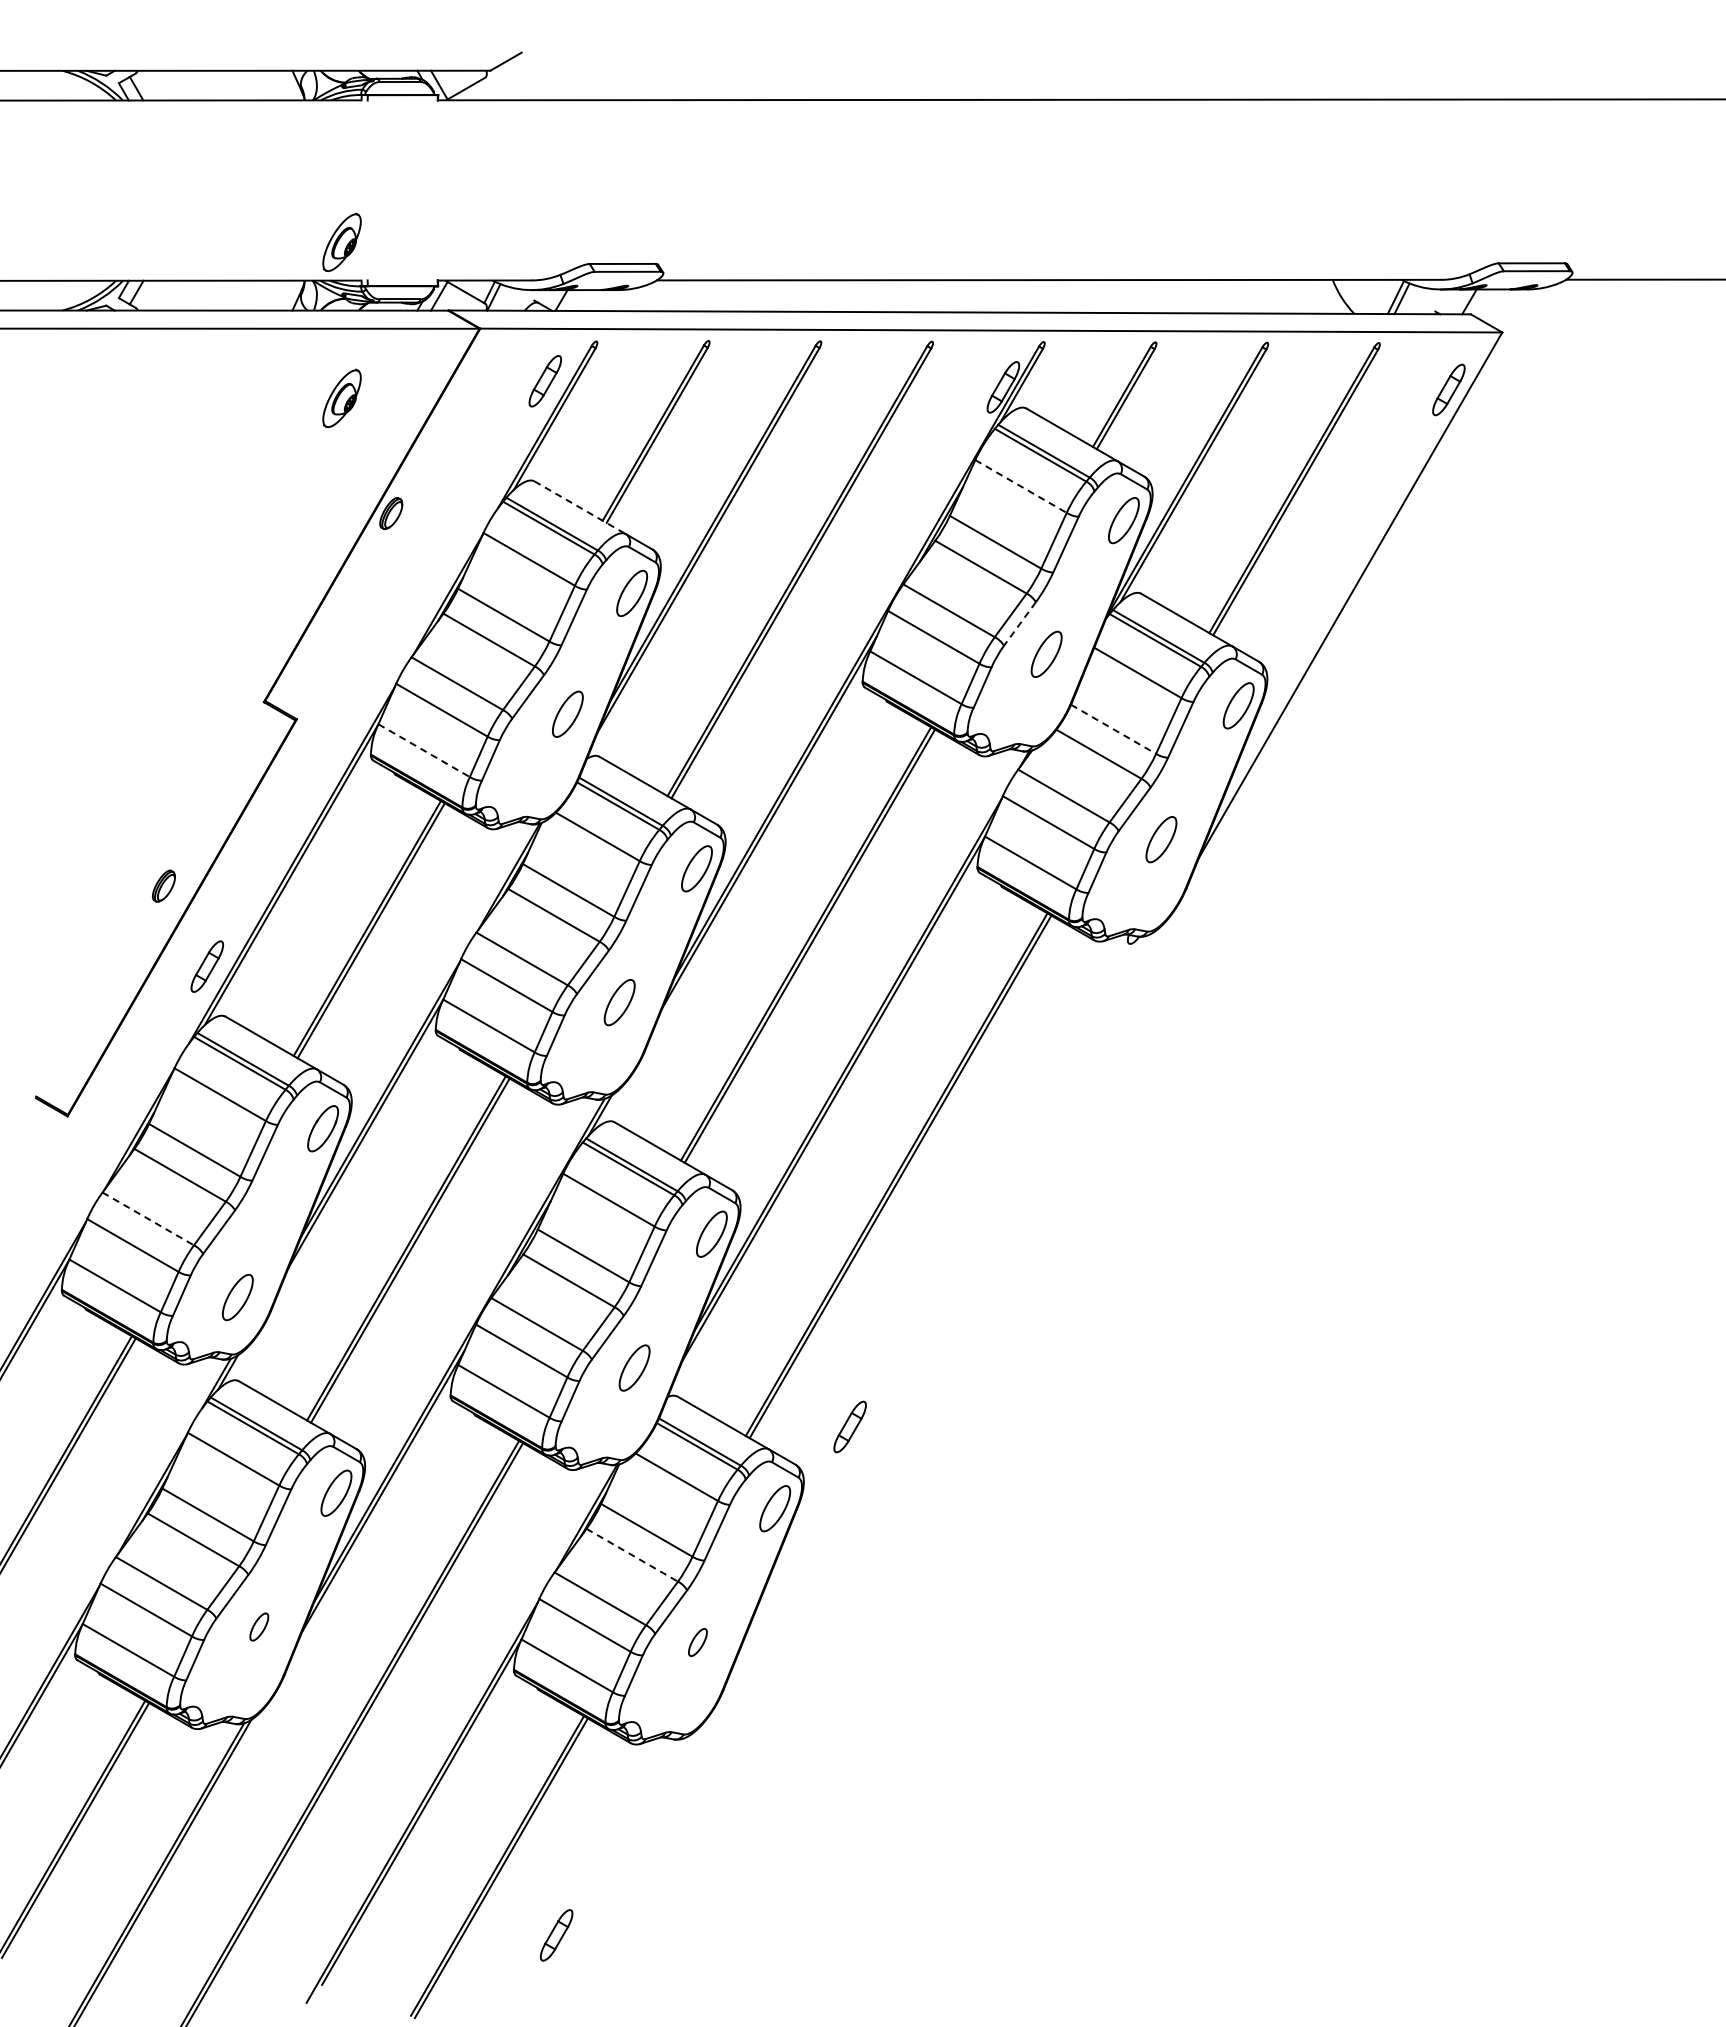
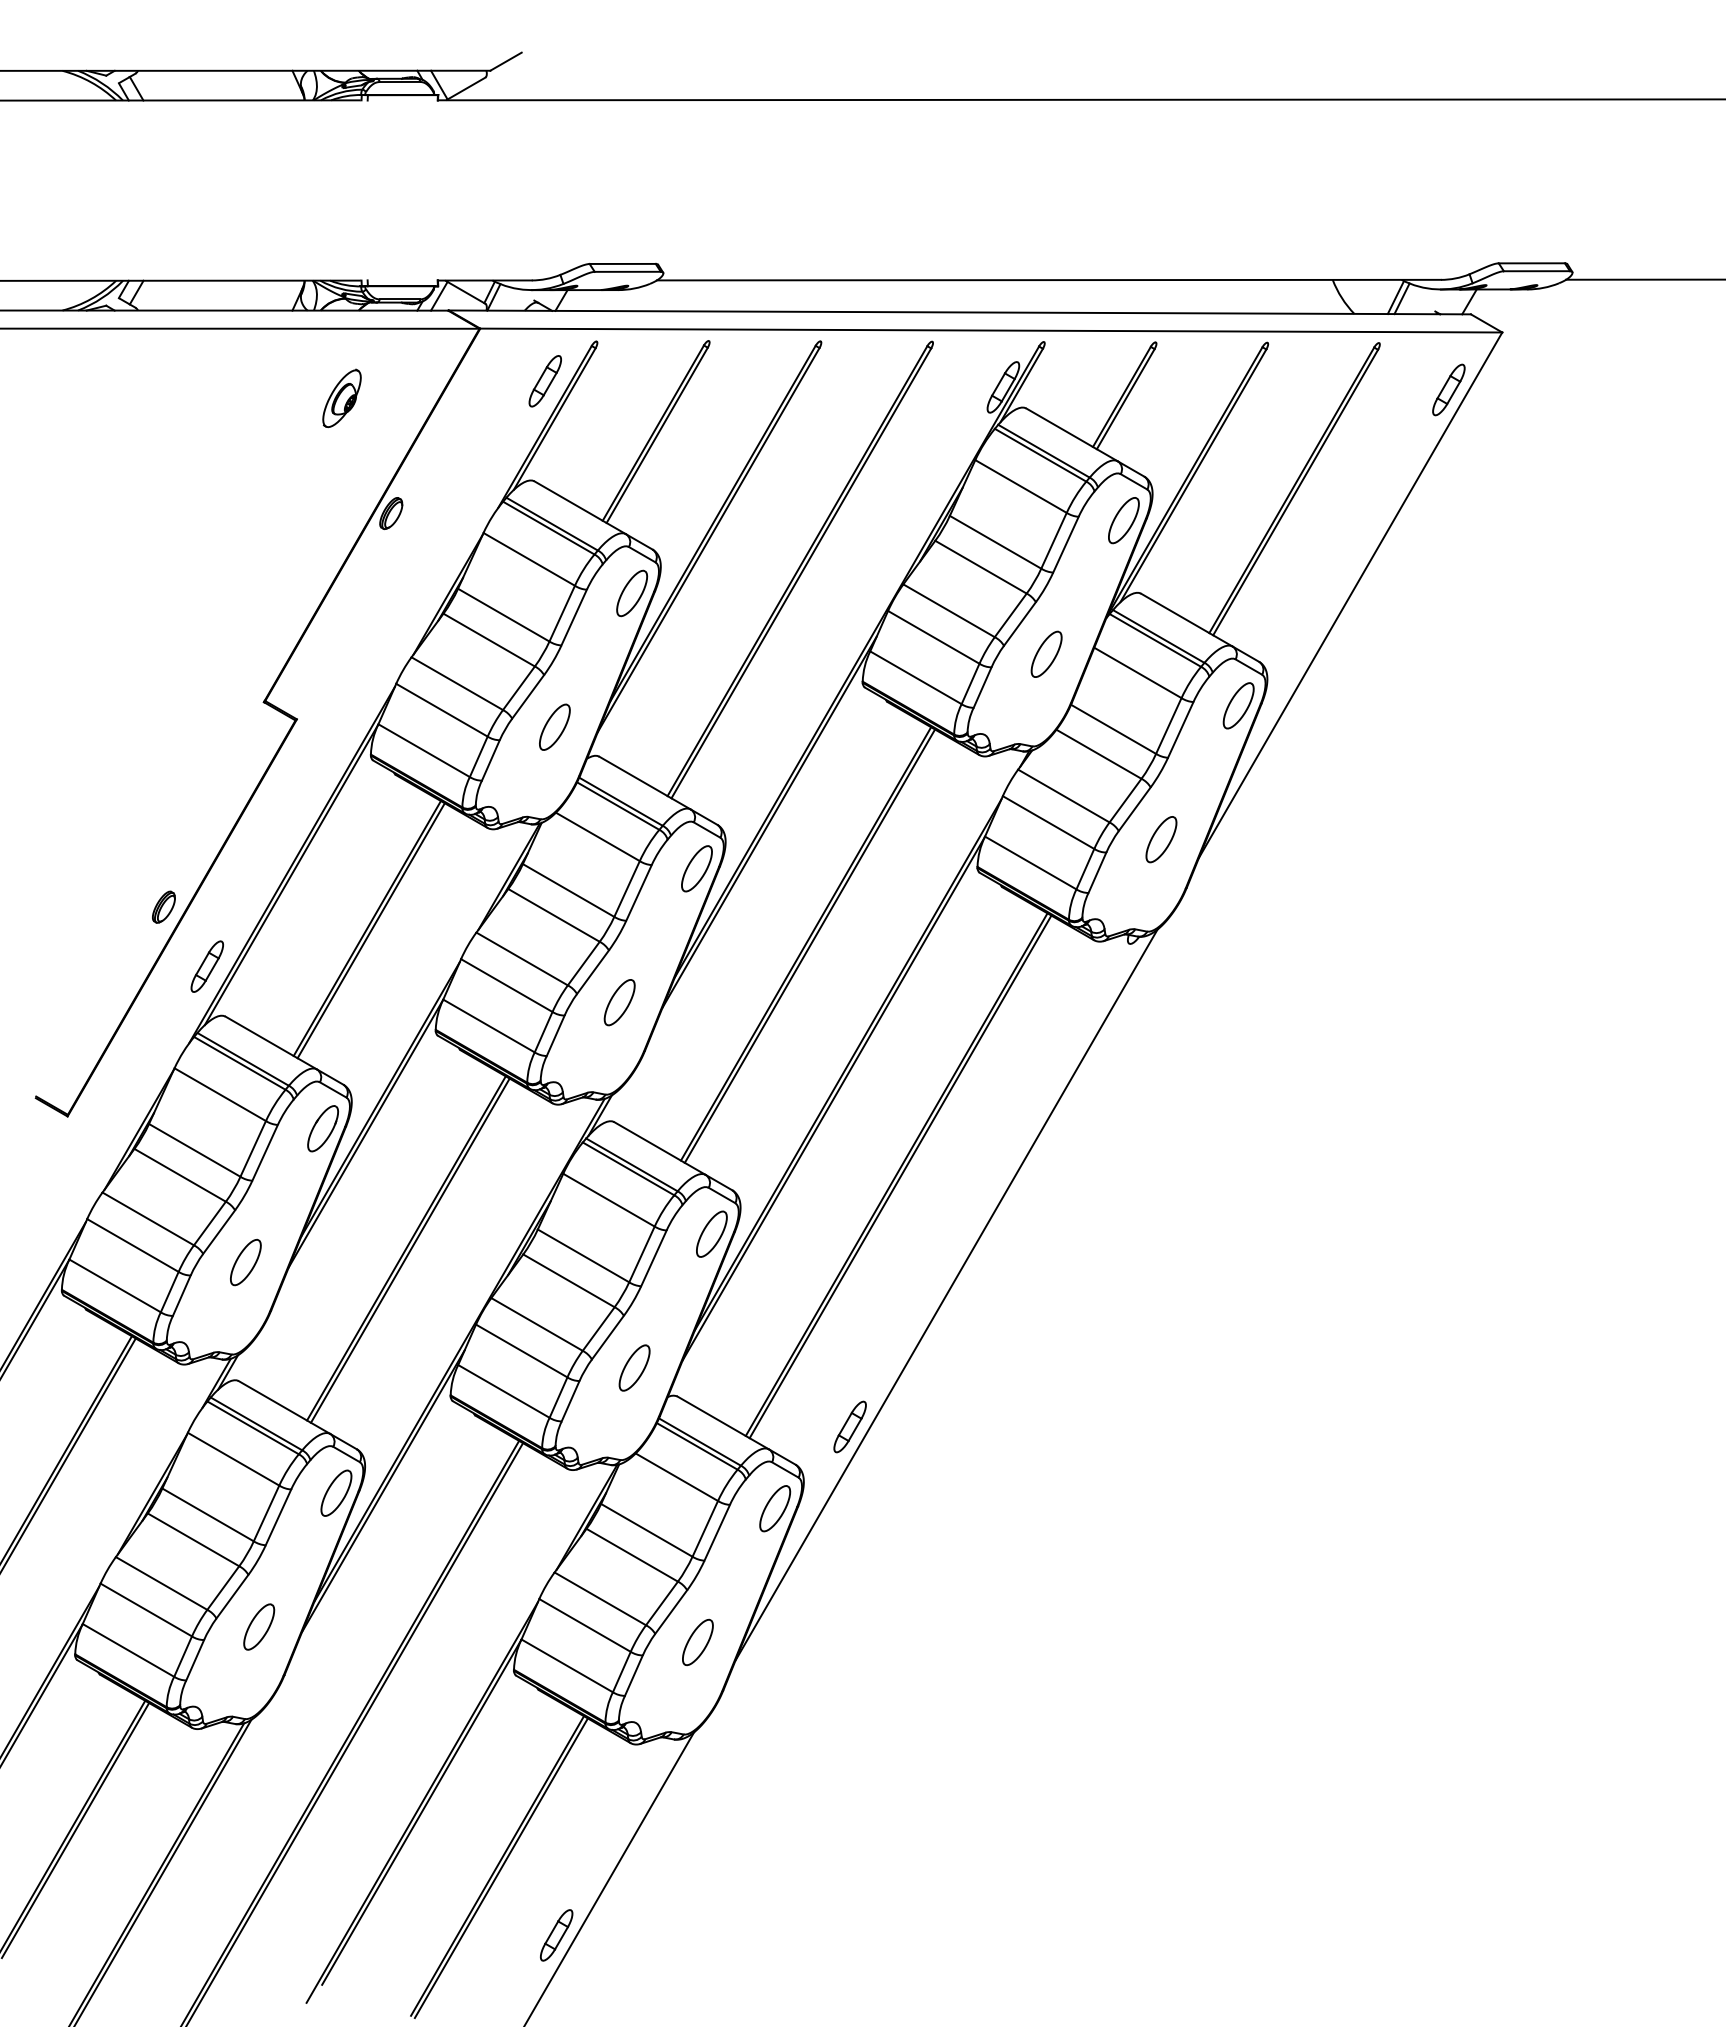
part at (341, 241): present -> none
line at (1021, 486): dashed -> solid
line at (580, 507): dashed -> solid
line at (1019, 624): dashed -> solid
part at (567, 713) position: (567, 713) -> (554, 726)
line at (1113, 729): dashed -> solid
line at (424, 750): dashed -> solid
part at (163, 885) position: (163, 885) -> (163, 906)
line at (148, 1218): dashed -> solid
line at (946, 1294): none -> present
part at (237, 1297) position: (237, 1297) -> (245, 1262)
line at (632, 1555): dashed -> solid
part at (259, 1626) size: 21x30 px -> 33x48 px
part at (697, 1642) size: 20x29 px -> 32x49 px
line at (610, 1877): none -> present
